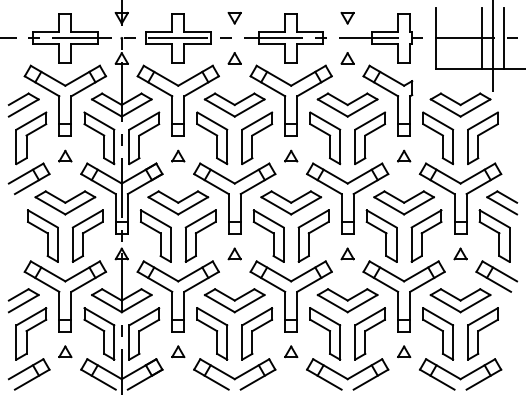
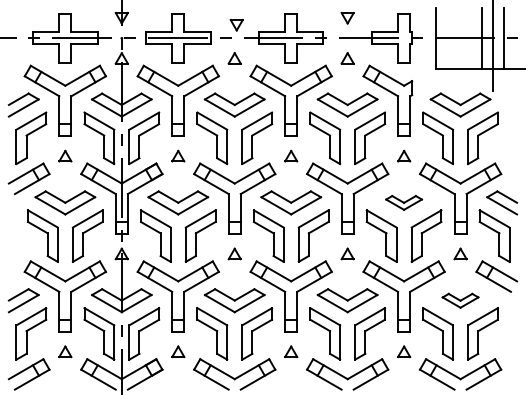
part at (234, 17) position: (234, 17) -> (236, 24)
part at (403, 202) size: 62x26 px -> 39x16 px
part at (460, 300) size: 63x26 px -> 39x17 px
